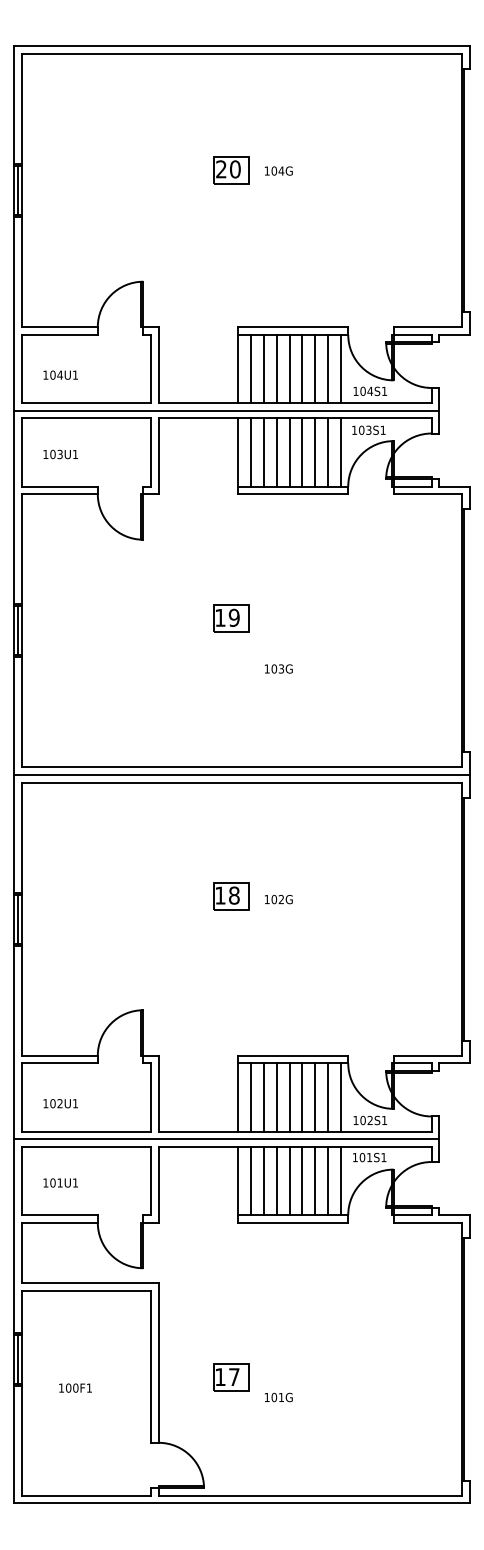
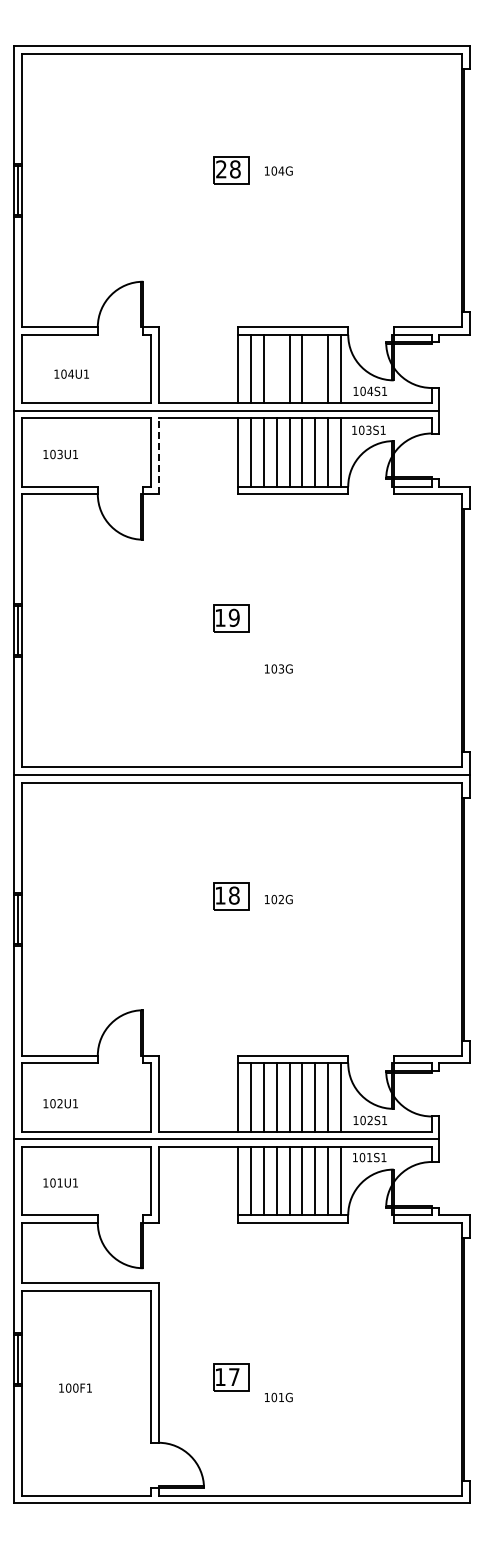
text at (235, 169): 20 -> 28
line at (276, 368): present -> none
line at (315, 368): present -> none
text at (60, 374) position: (60, 374) -> (71, 373)
line at (158, 456): solid -> dashed
